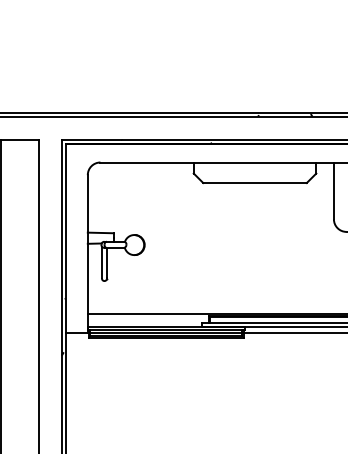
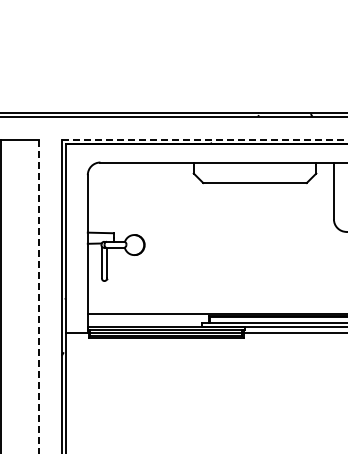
line at (204, 139): solid -> dashed
line at (38, 296): solid -> dashed
